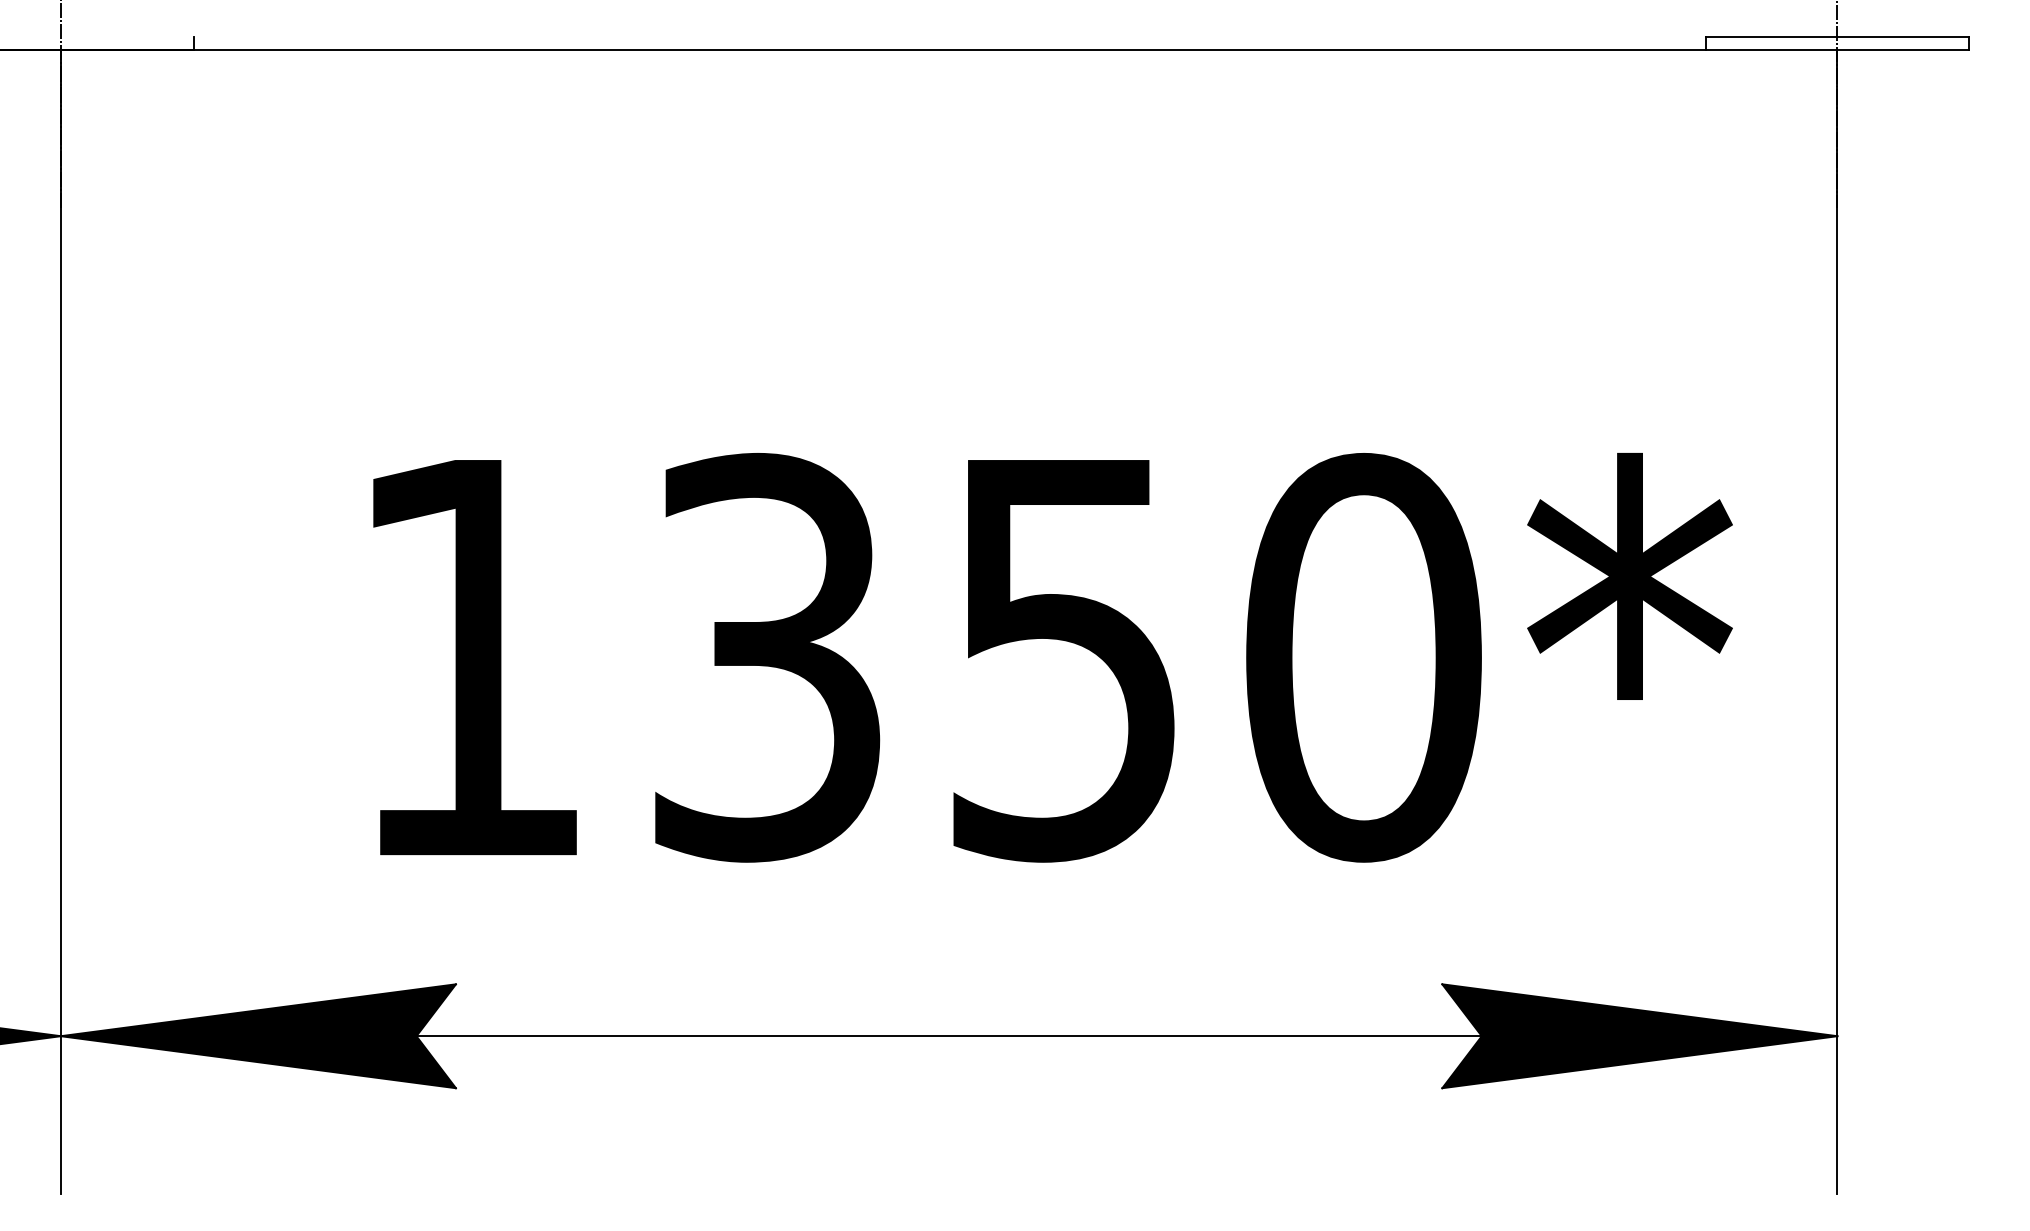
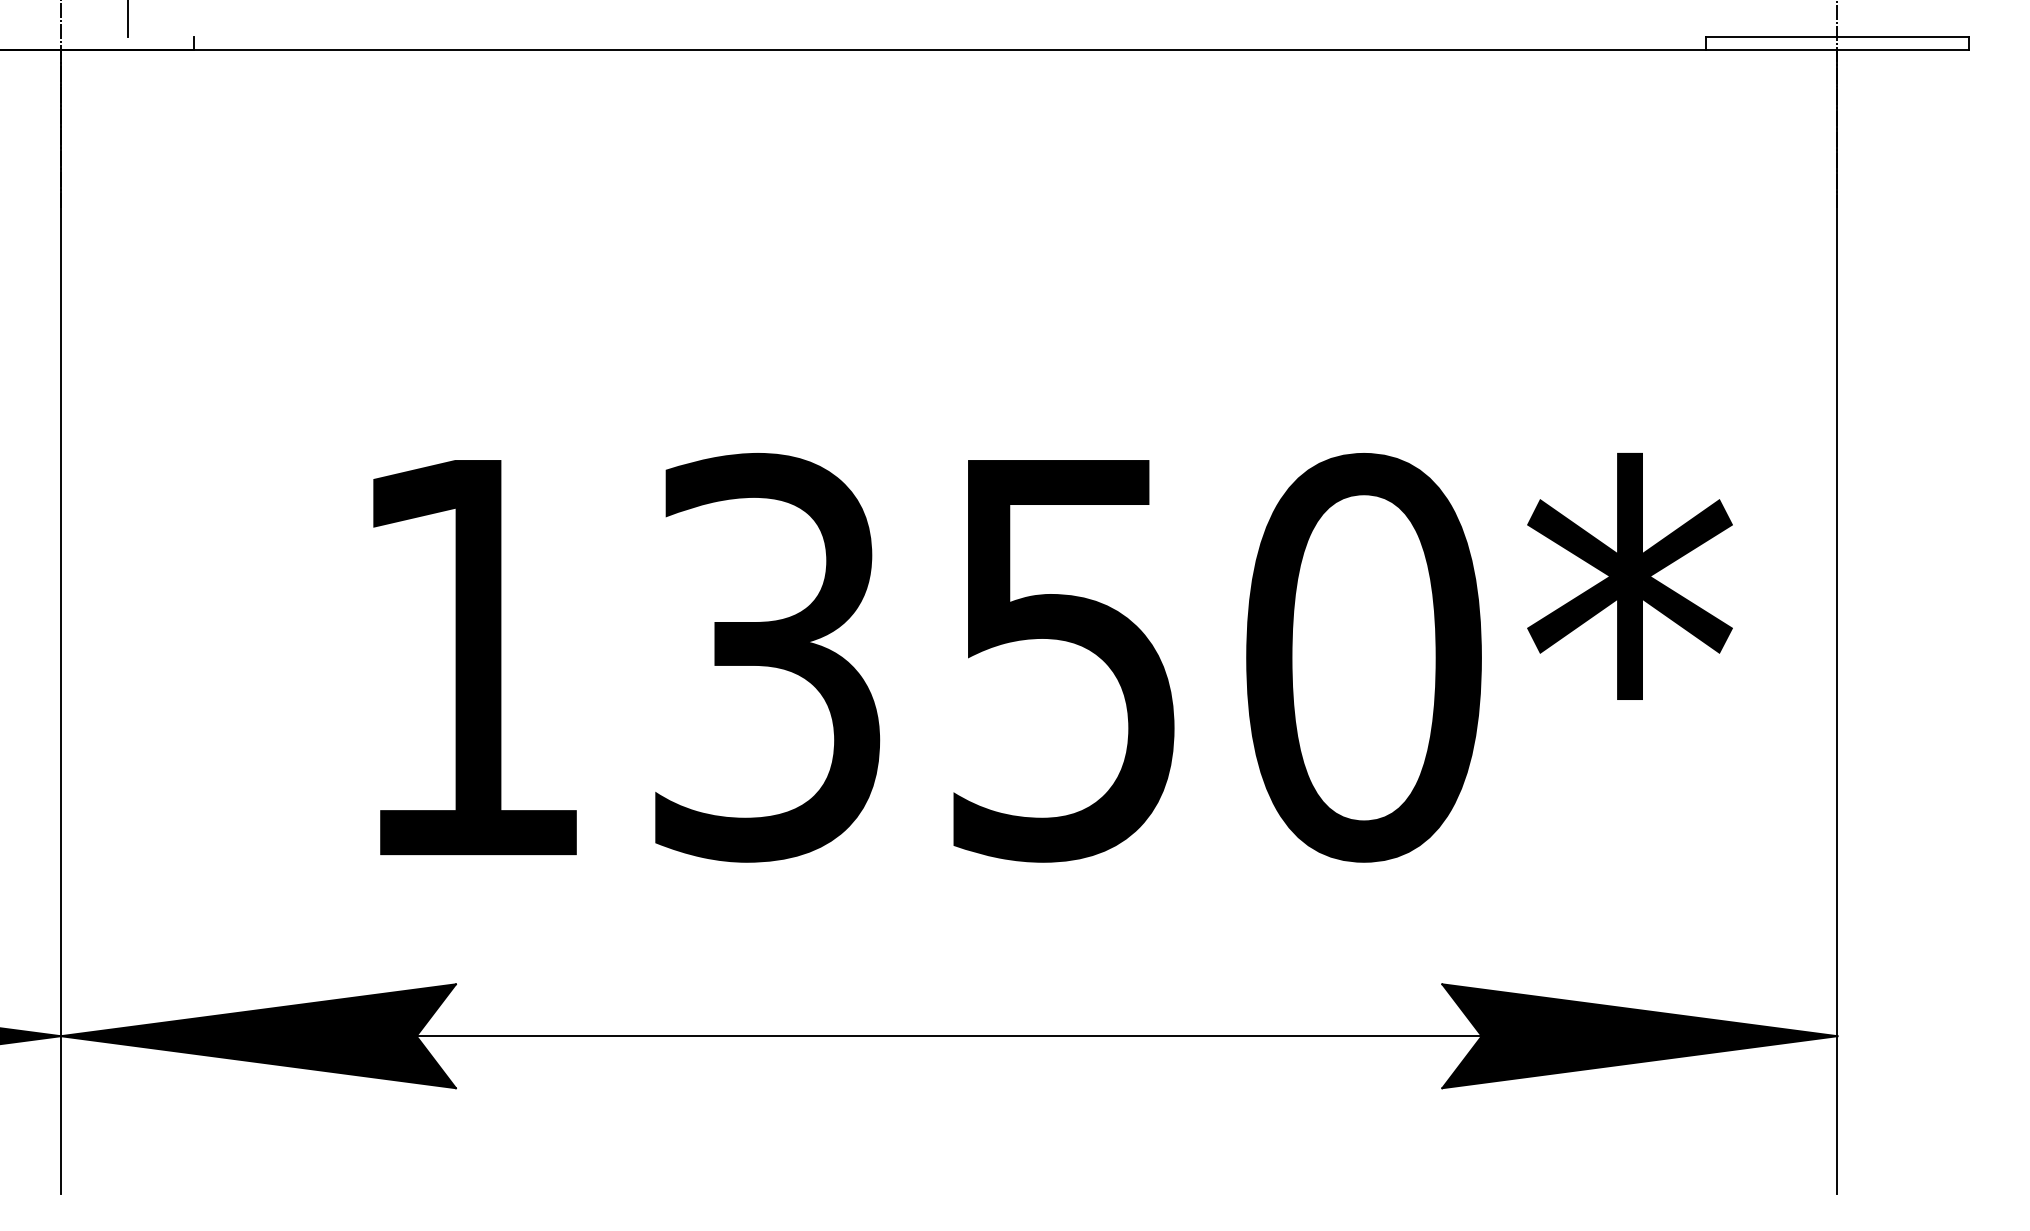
line at (128, 19): none -> present
